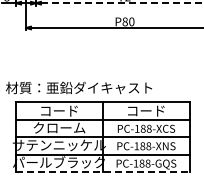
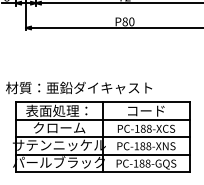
line at (122, 3): dashed -> solid
text at (56, 110): コード -> 表面処理：
line at (102, 171): dashed -> solid
